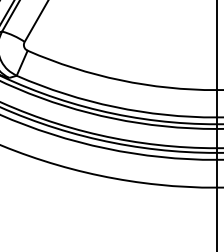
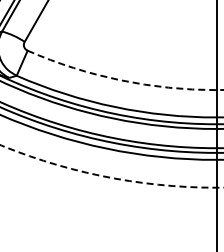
arc at (124, 81): solid -> dashed
arc at (111, 177): solid -> dashed
